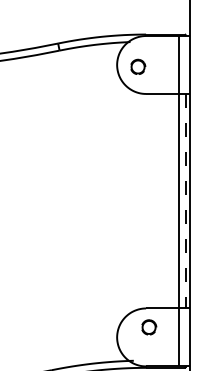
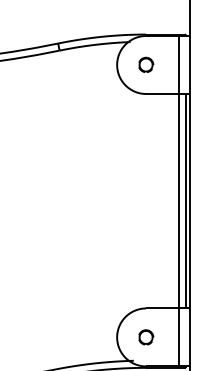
part at (138, 66) position: (138, 66) -> (146, 64)
line at (185, 201): dashed -> solid
part at (149, 327) position: (149, 327) -> (146, 337)
